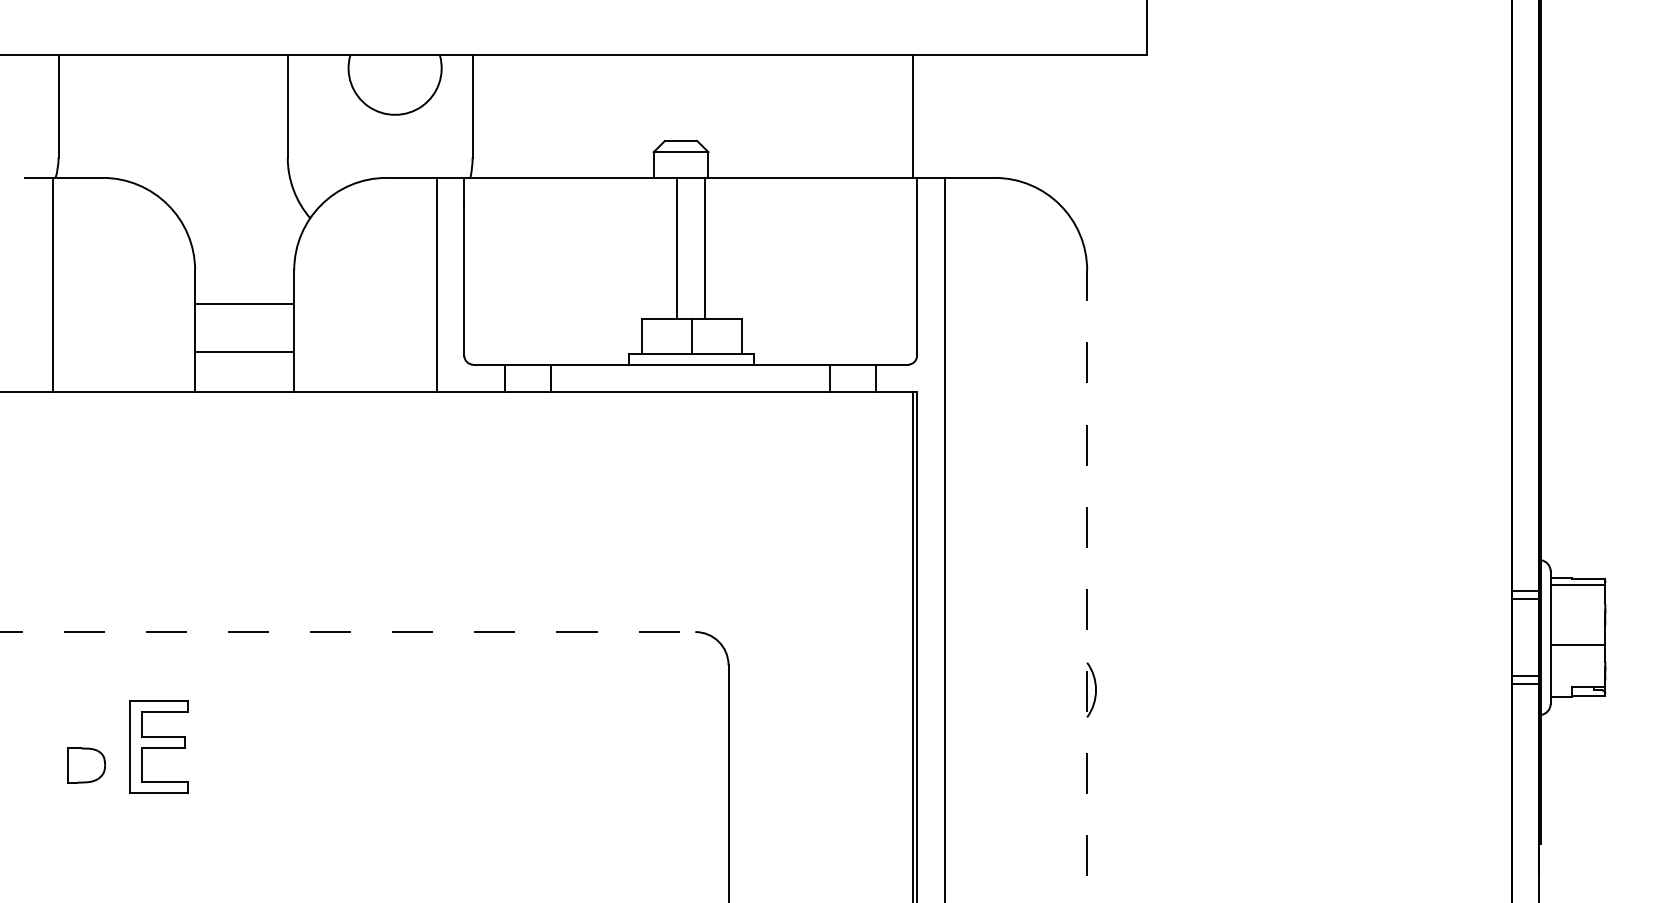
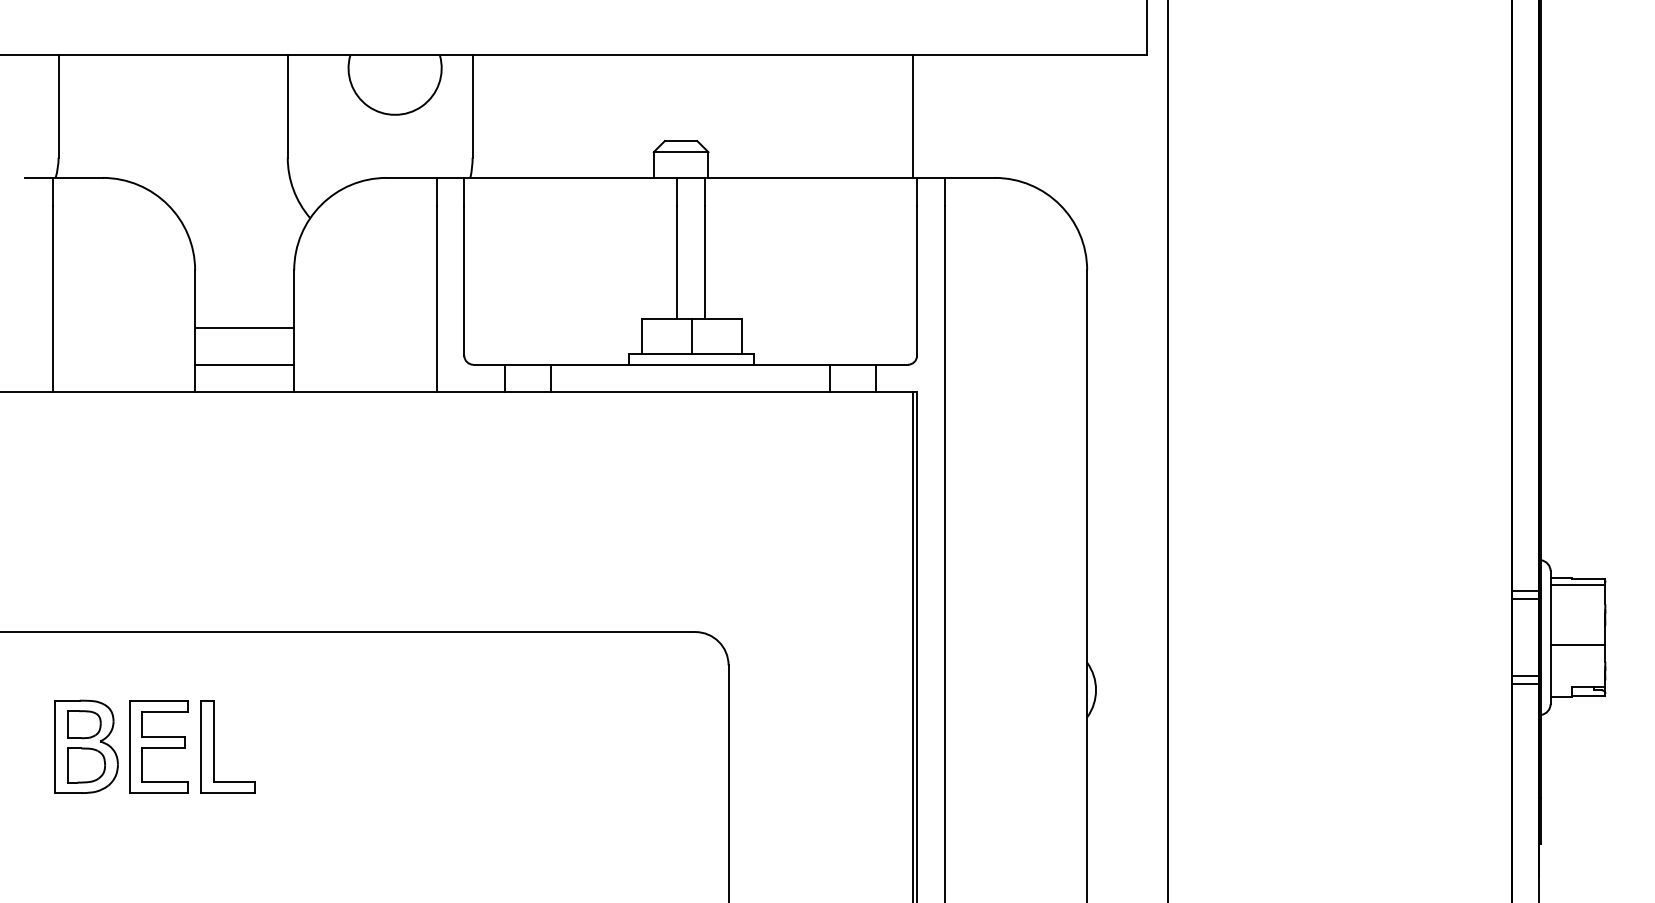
line at (244, 303) position: (244, 303) -> (244, 327)
line at (244, 351) position: (244, 351) -> (244, 364)
line at (1167, 450): none -> present
line at (1087, 586): dashed -> solid
line at (348, 632): dashed -> solid
part at (86, 746): none -> present
part at (214, 746): none -> present
